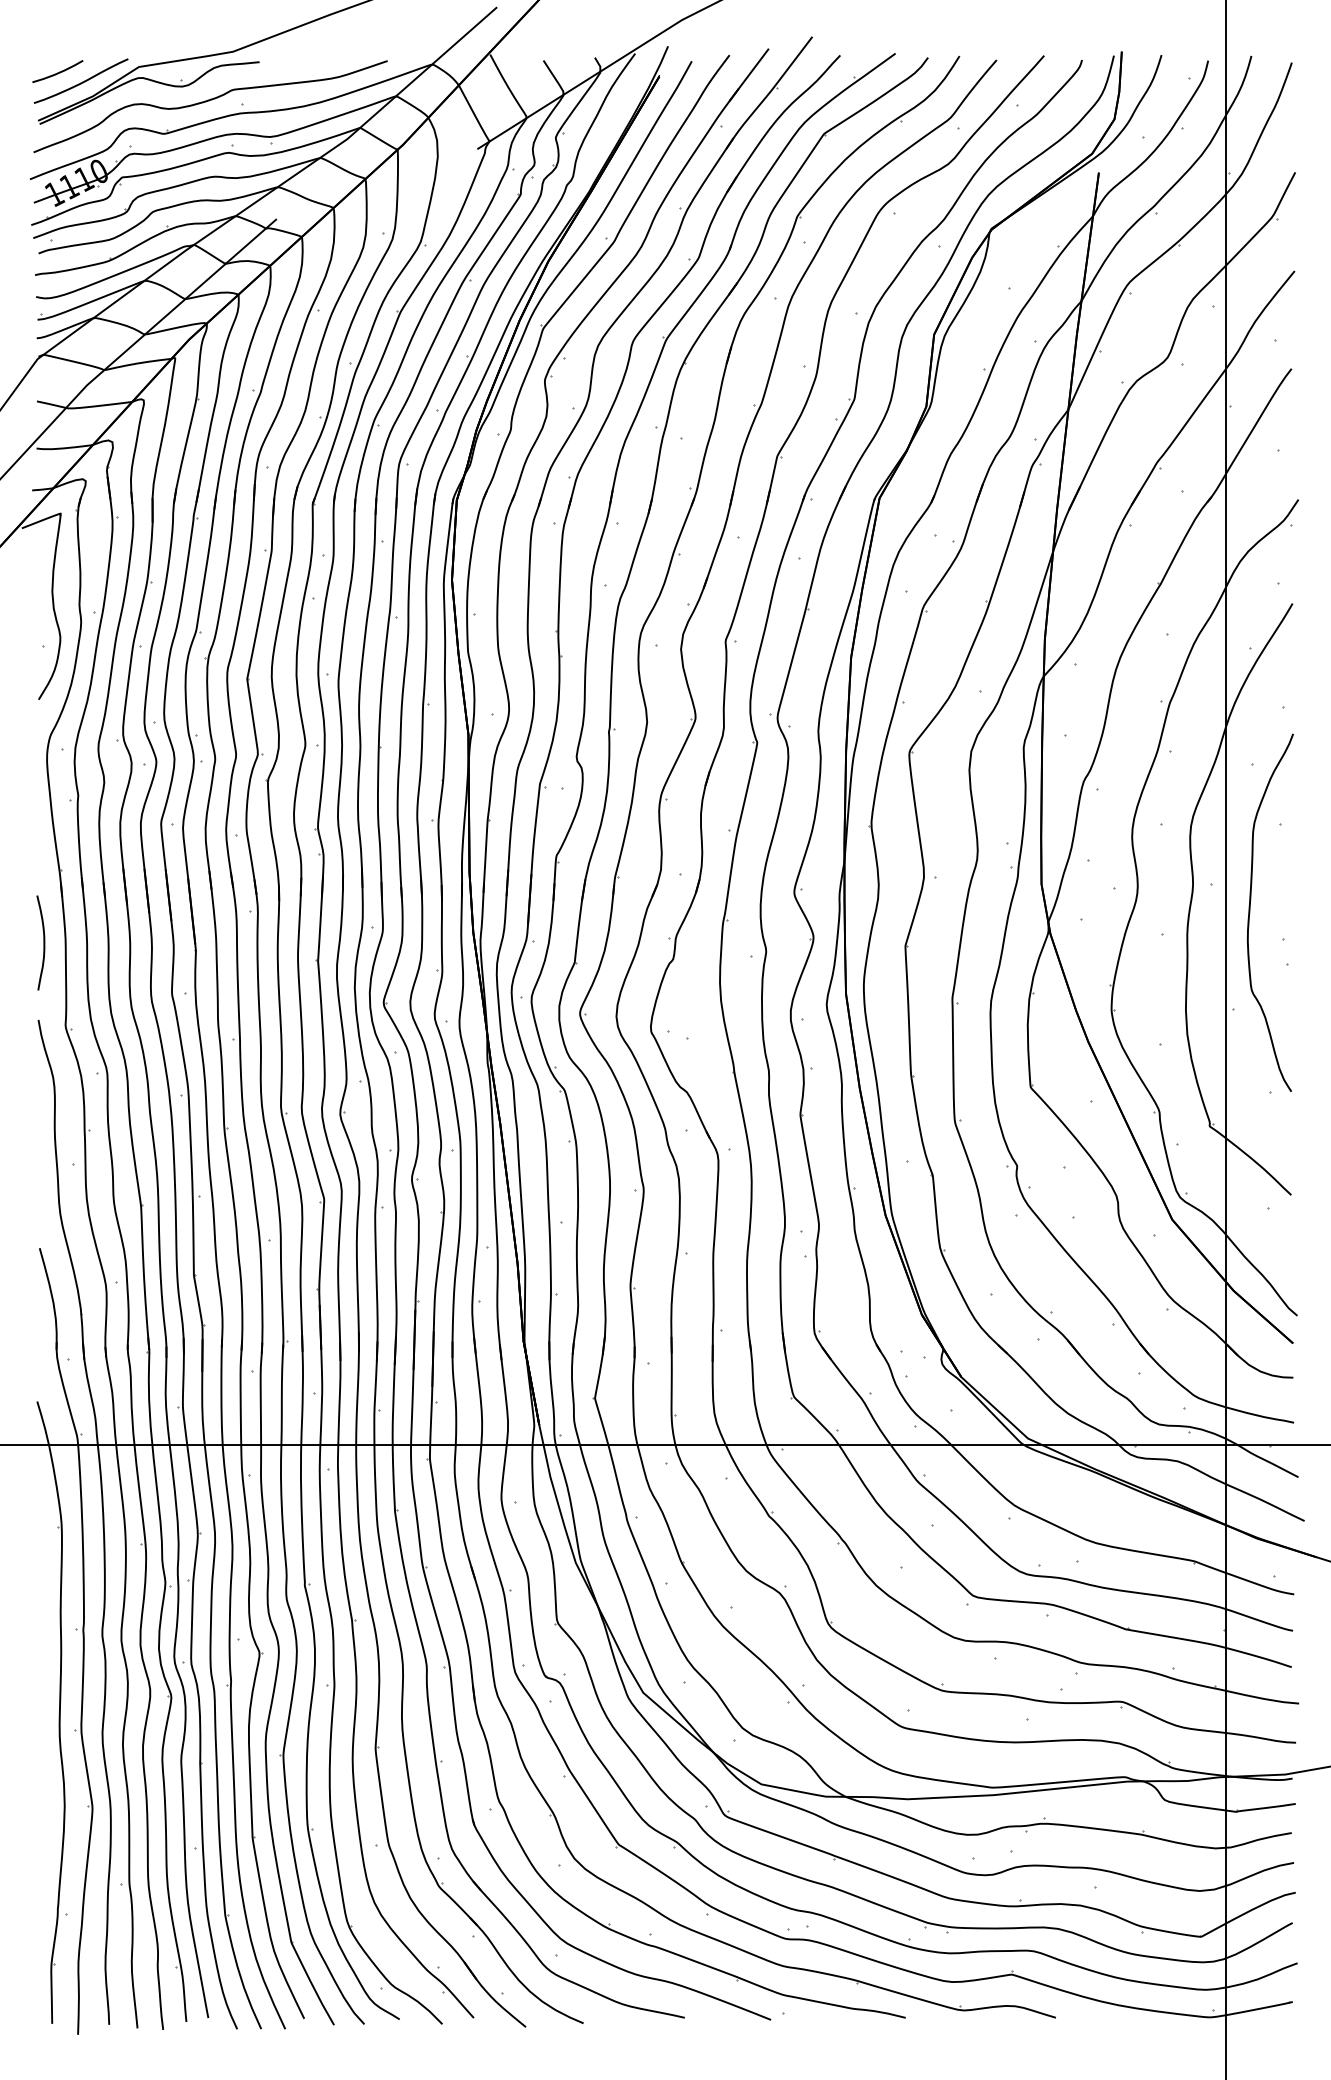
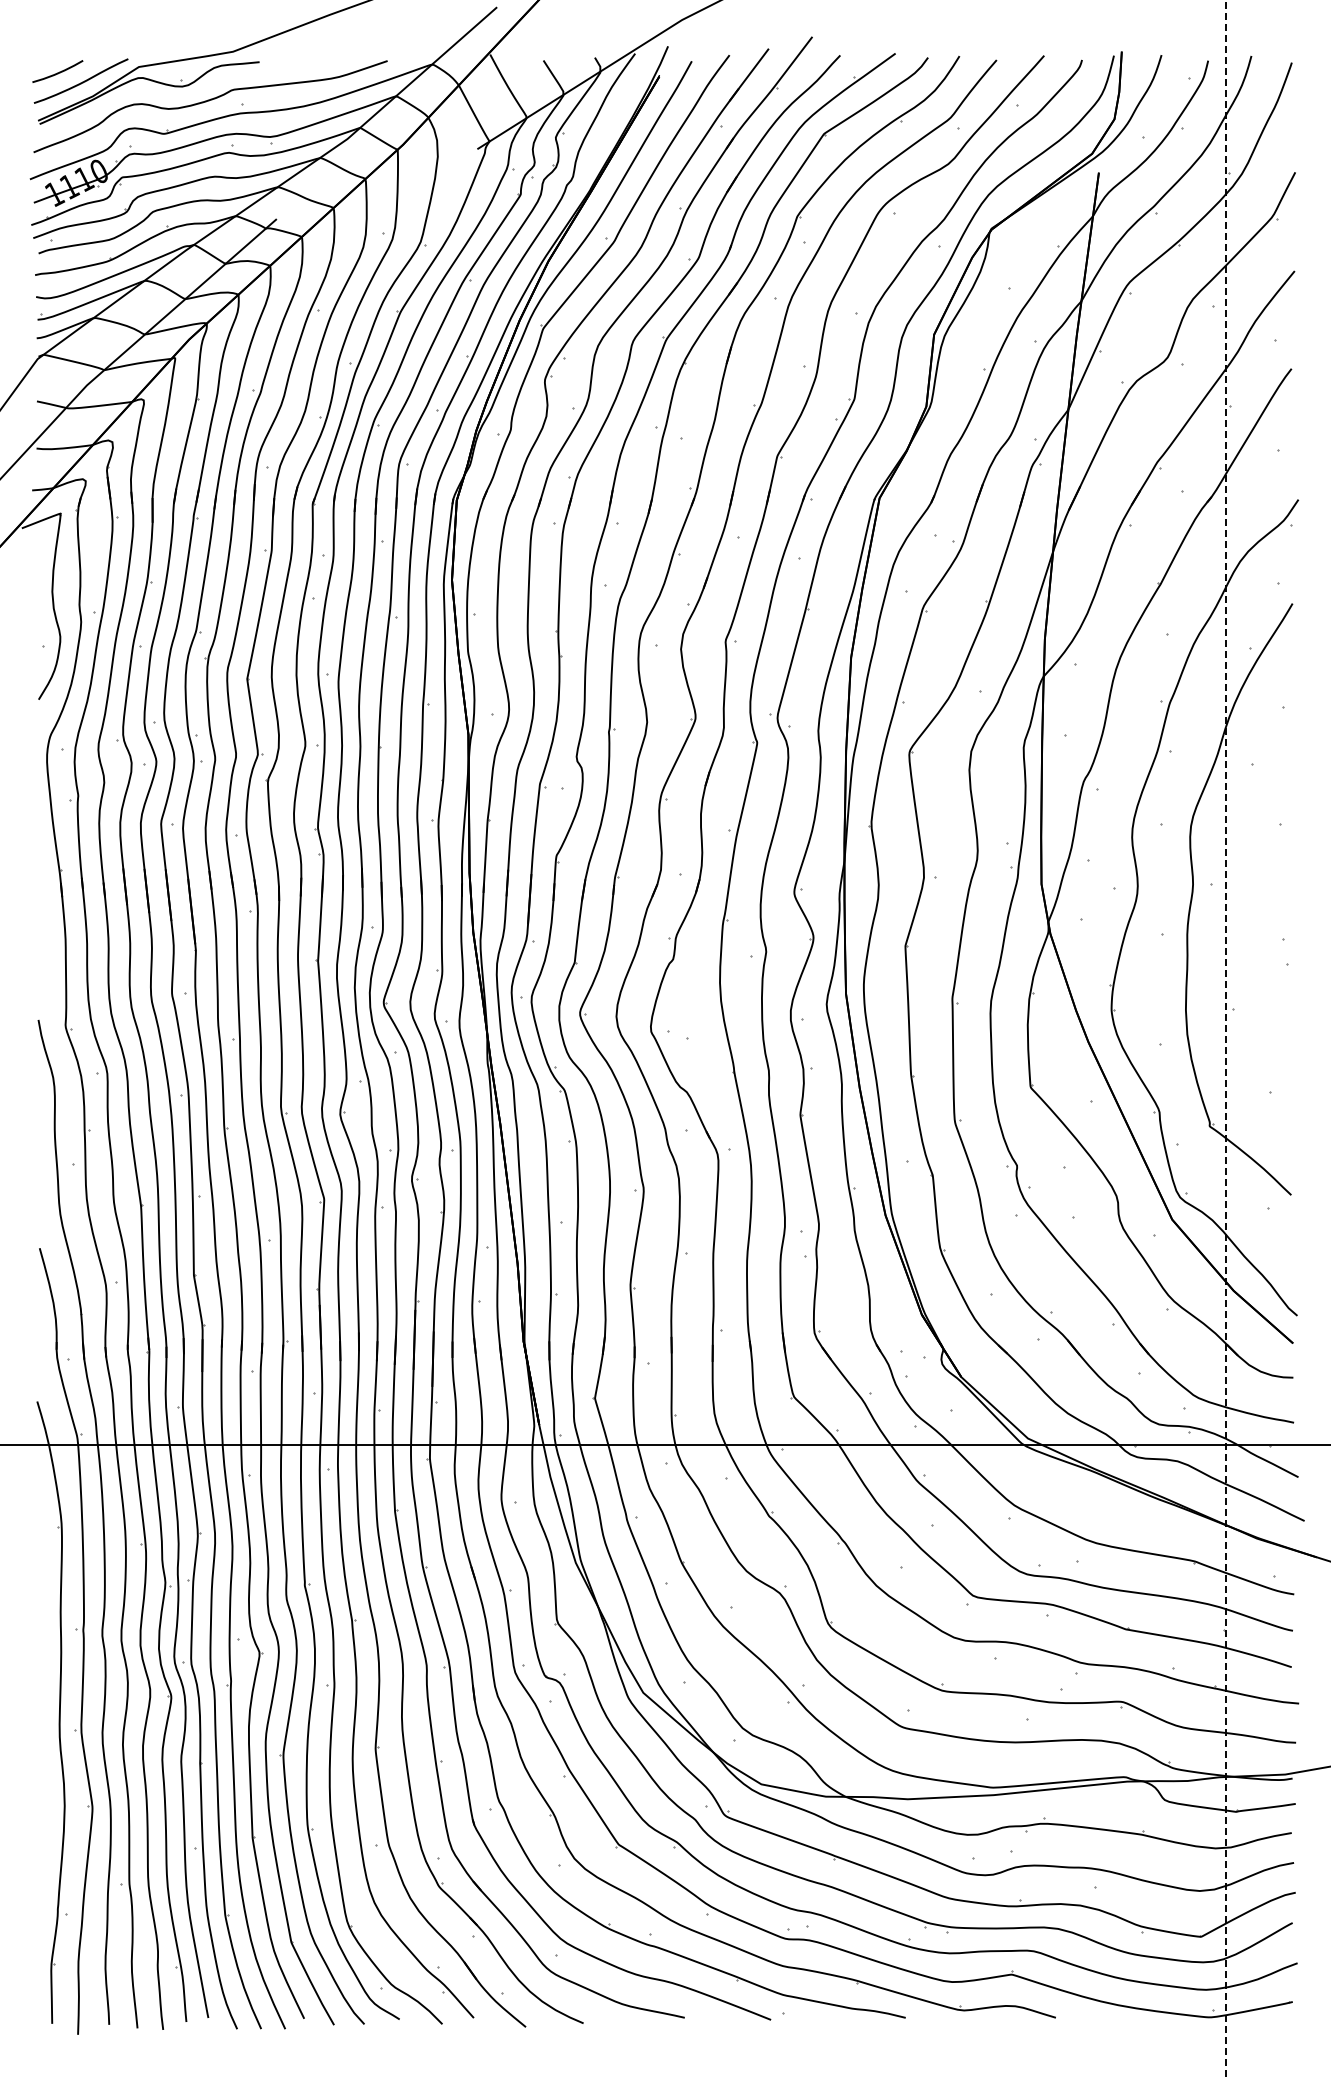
curve at (1250, 912): present -> none
curve at (43, 942): present -> none
line at (1226, 1040): solid -> dashed
